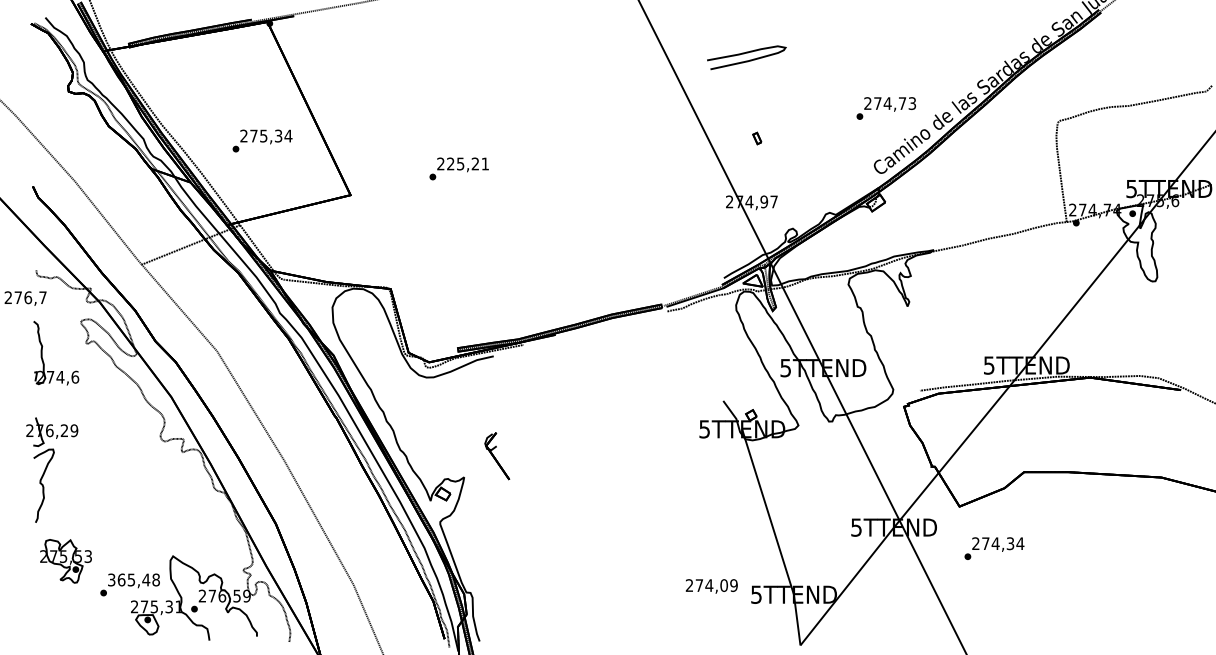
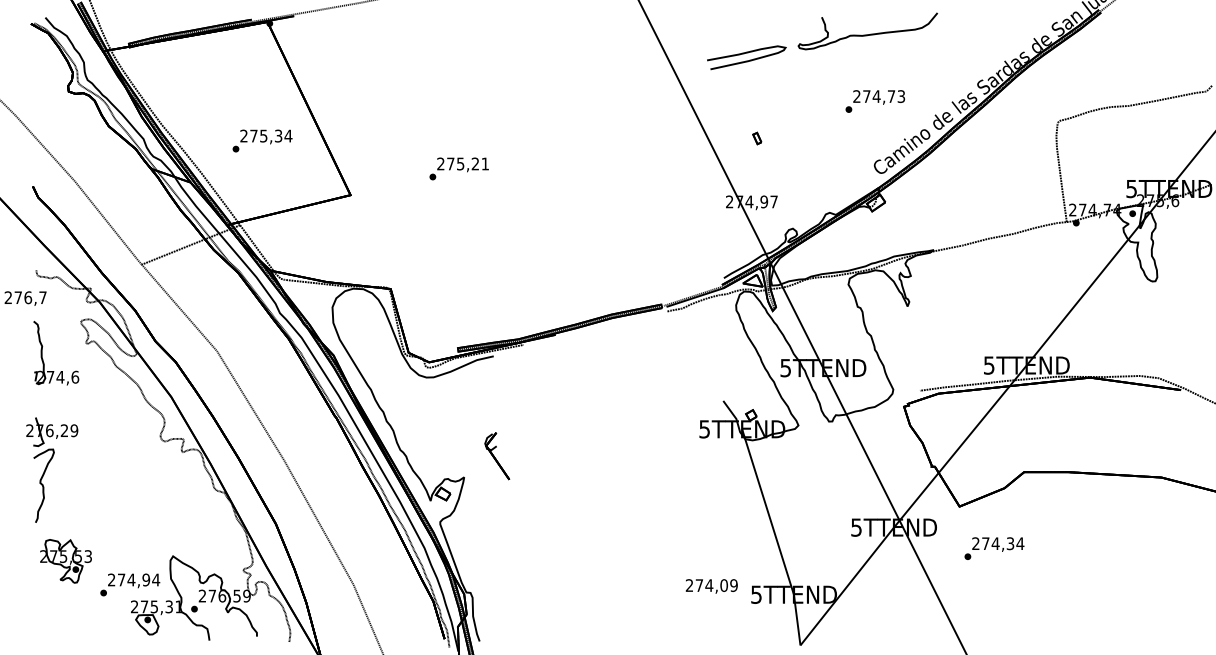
curve at (867, 34): none -> present
text at (886, 108) position: (886, 108) -> (875, 101)
text at (450, 163): 225,21 -> 275,21
text at (134, 579): 365,48 -> 274,94
